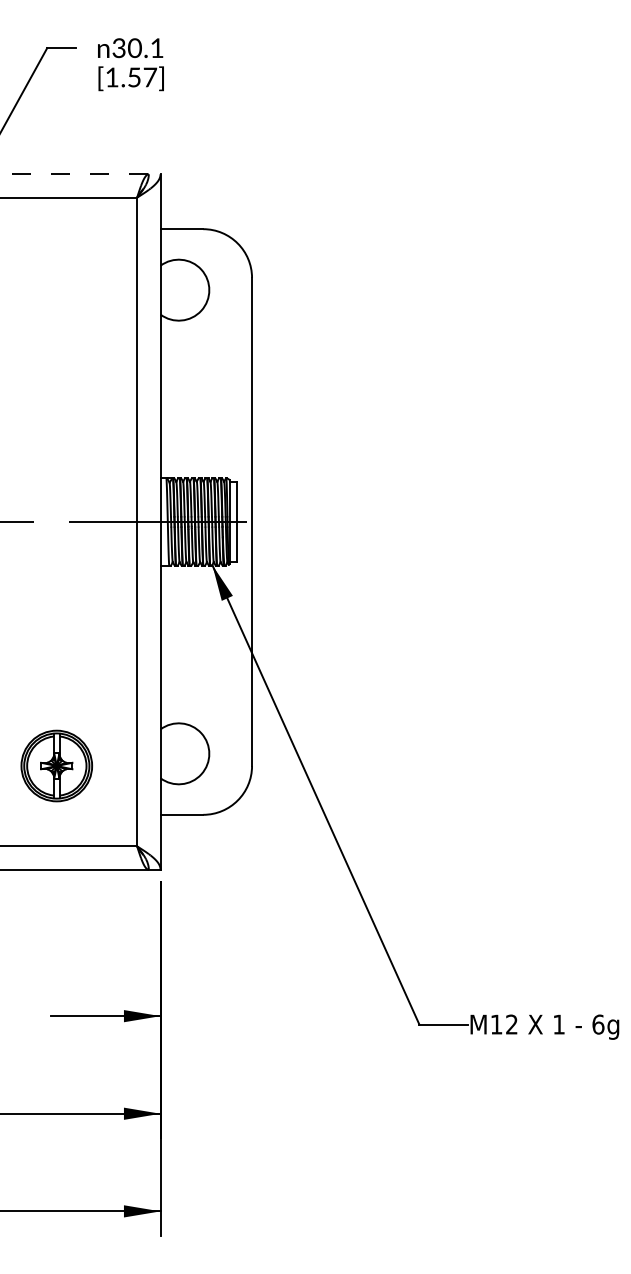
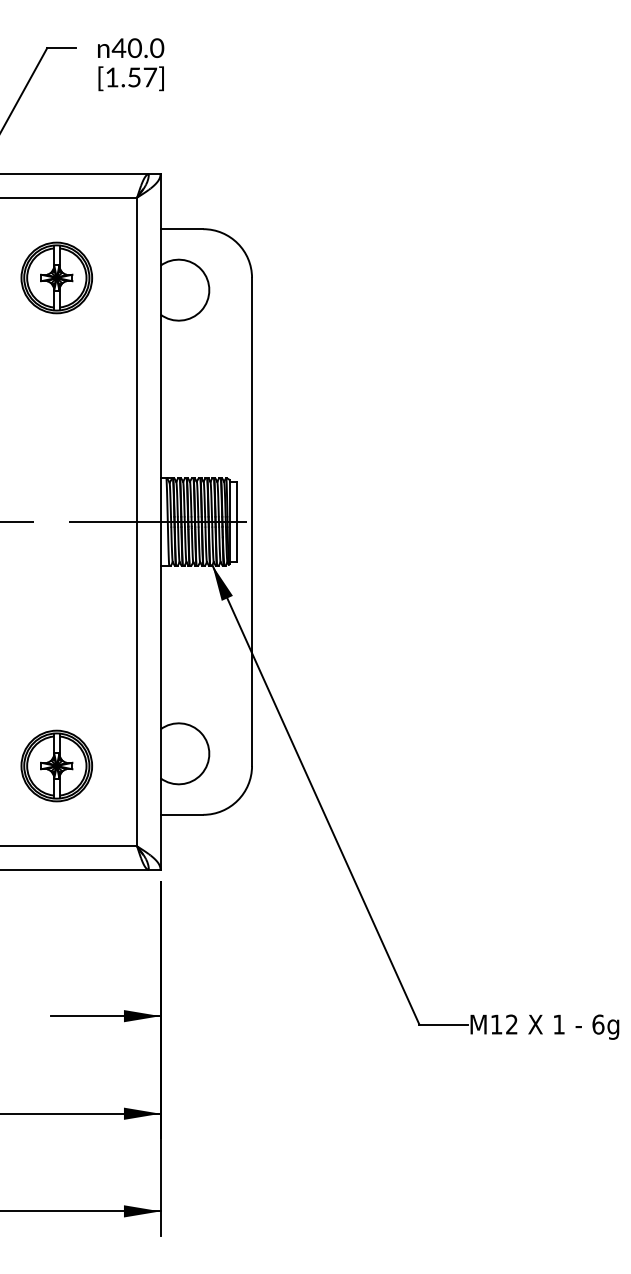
text at (137, 48): 30.1 -> 40.0
line at (80, 174): dashed -> solid
part at (56, 277): none -> present
